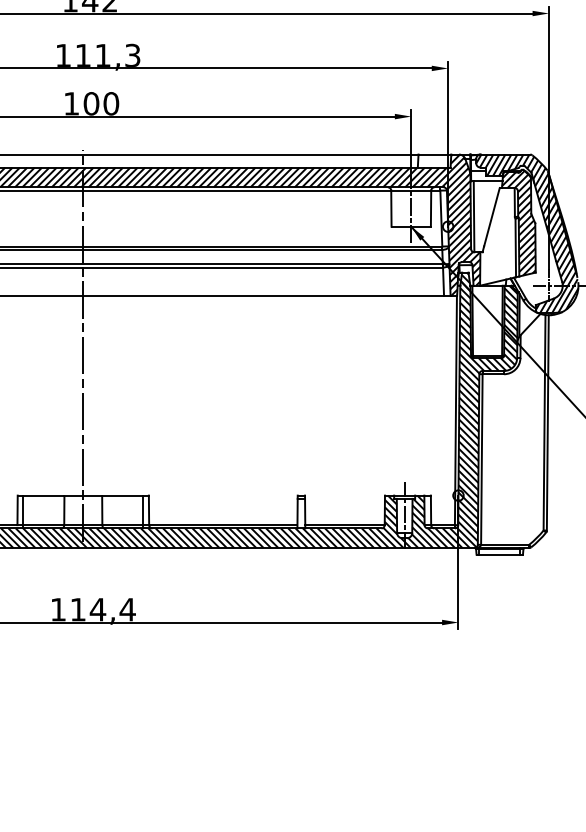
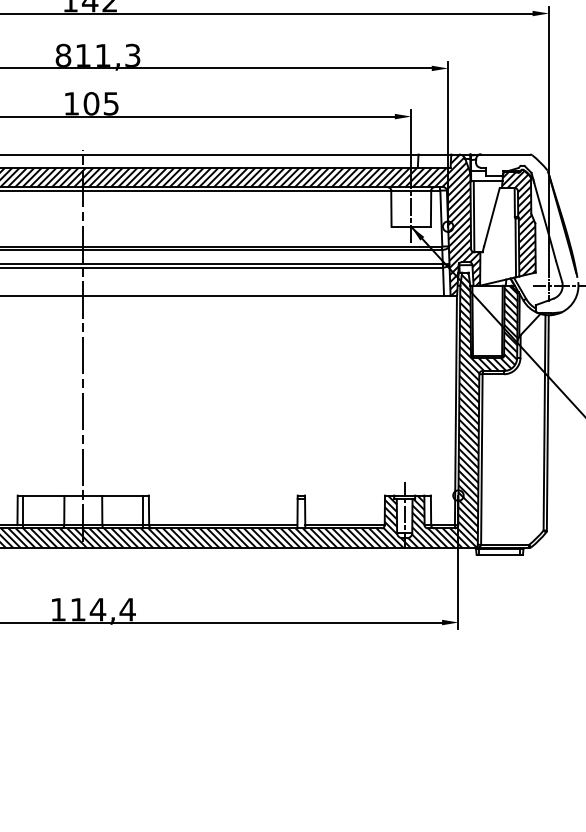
text at (63, 54): 111,3 -> 811,3
text at (111, 103): 100 -> 105
hatch at (527, 233): present -> none
